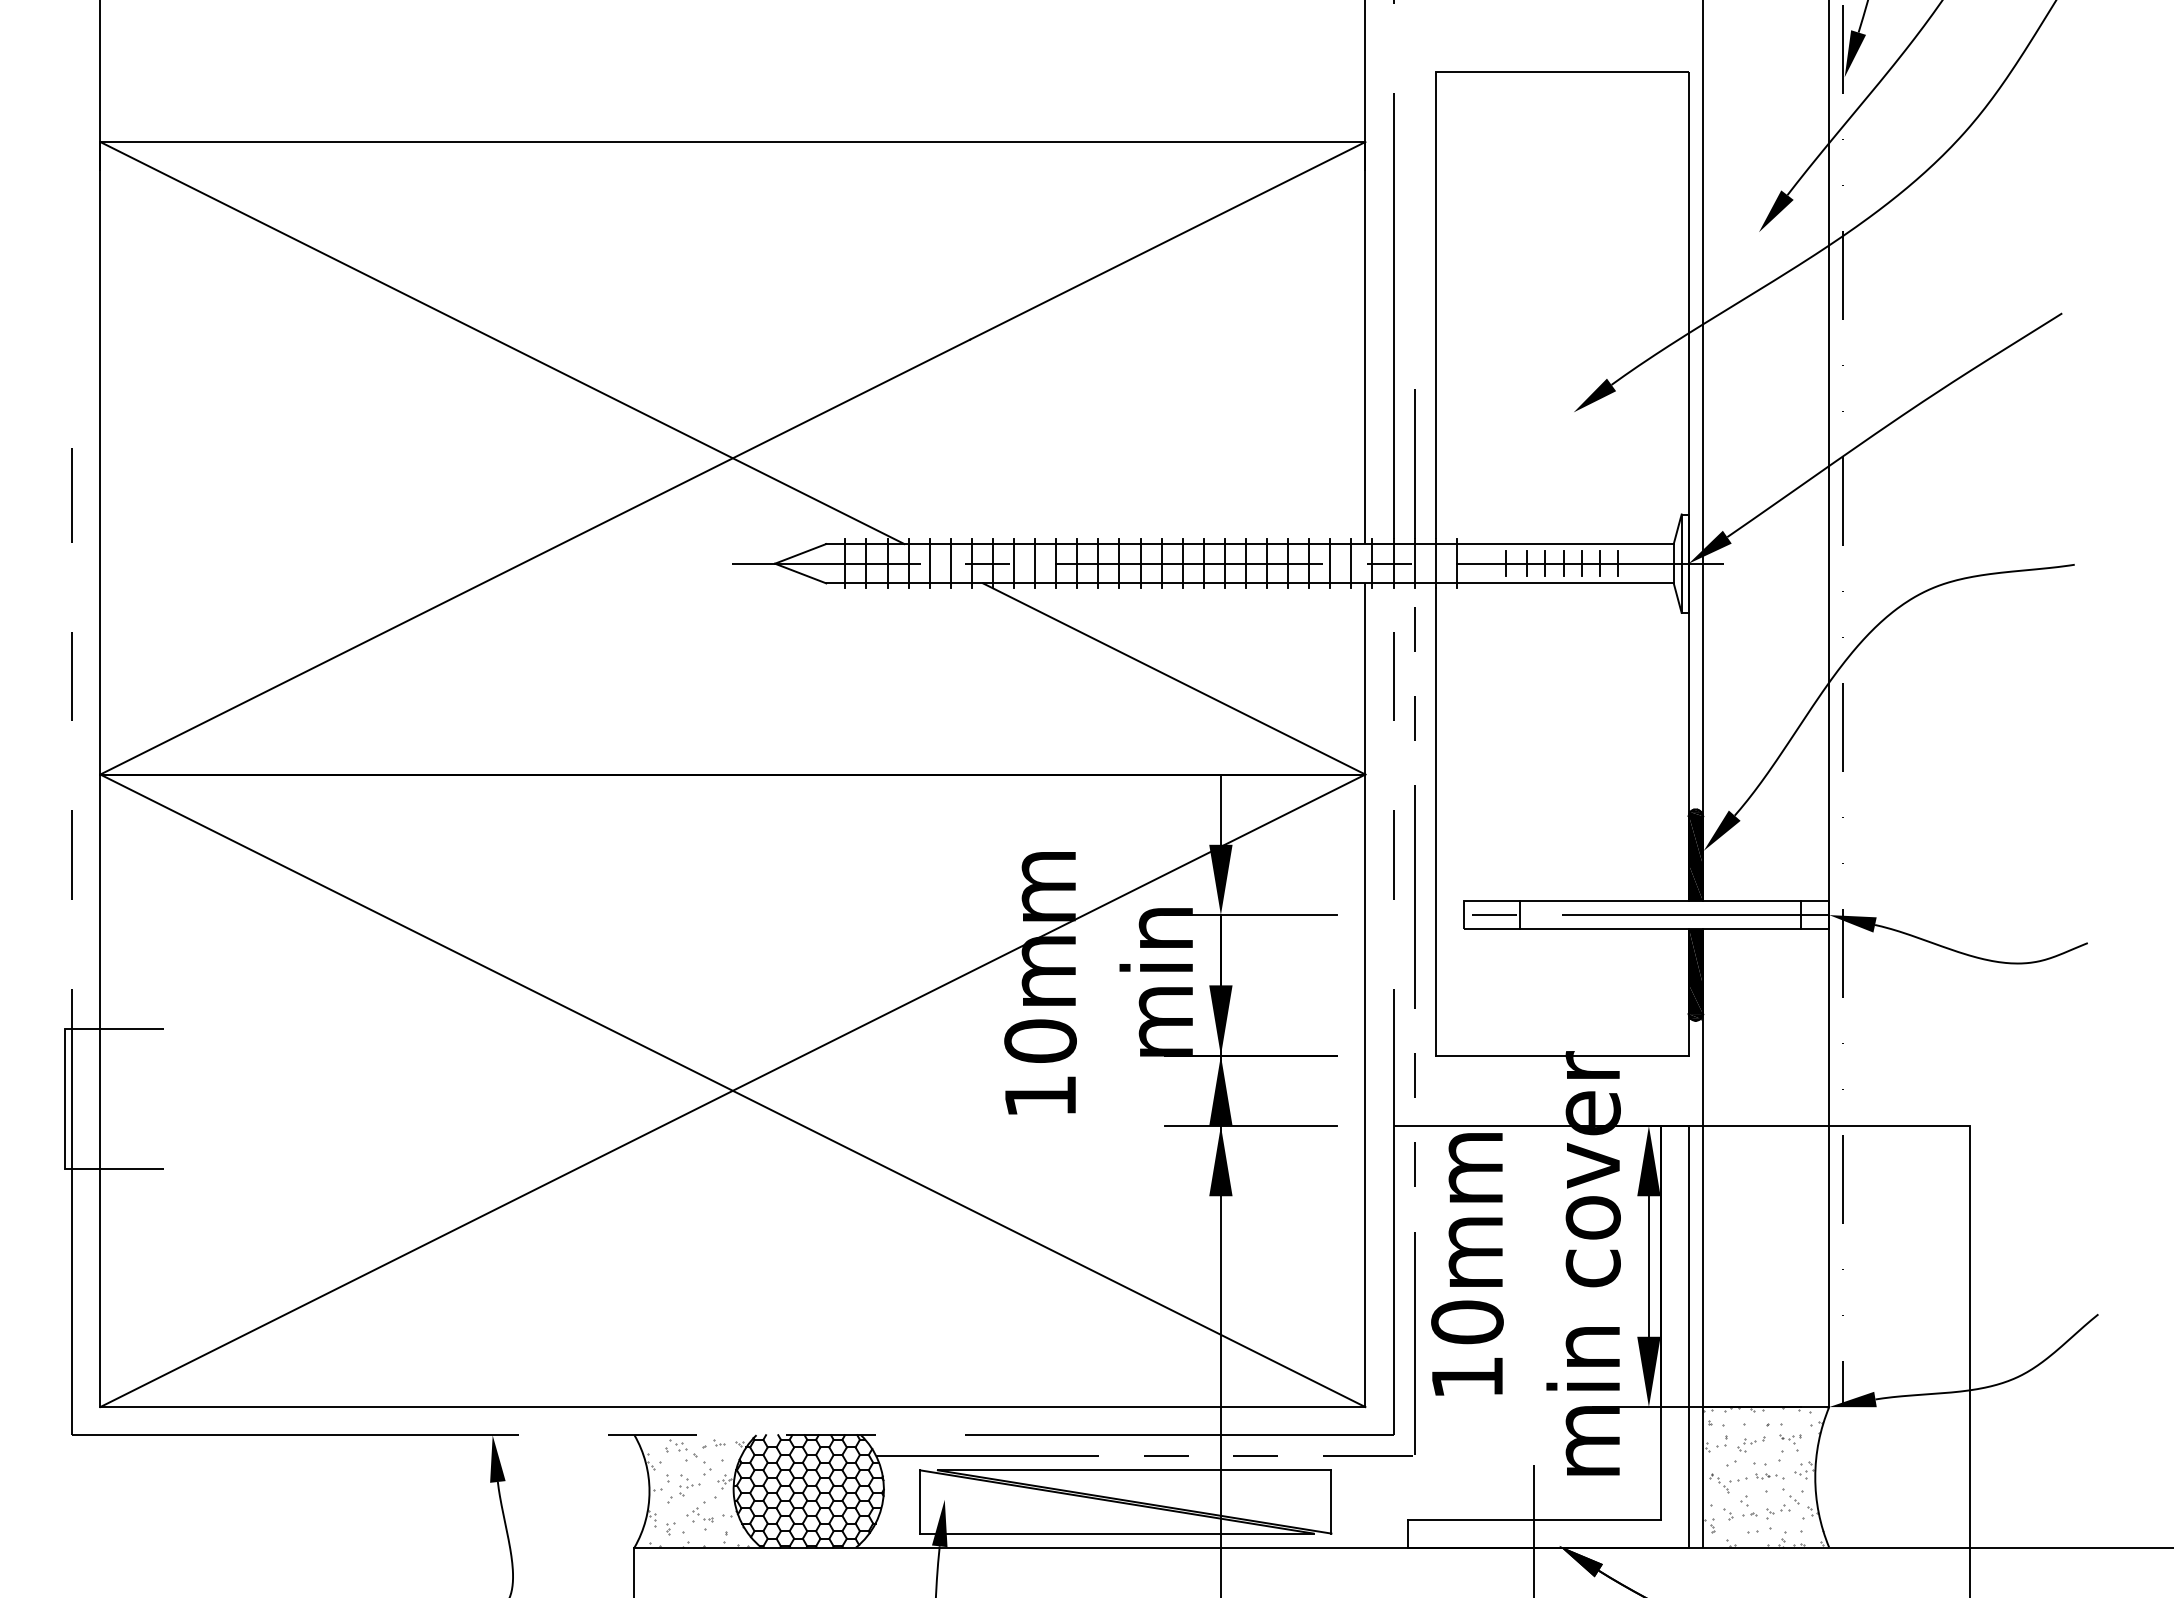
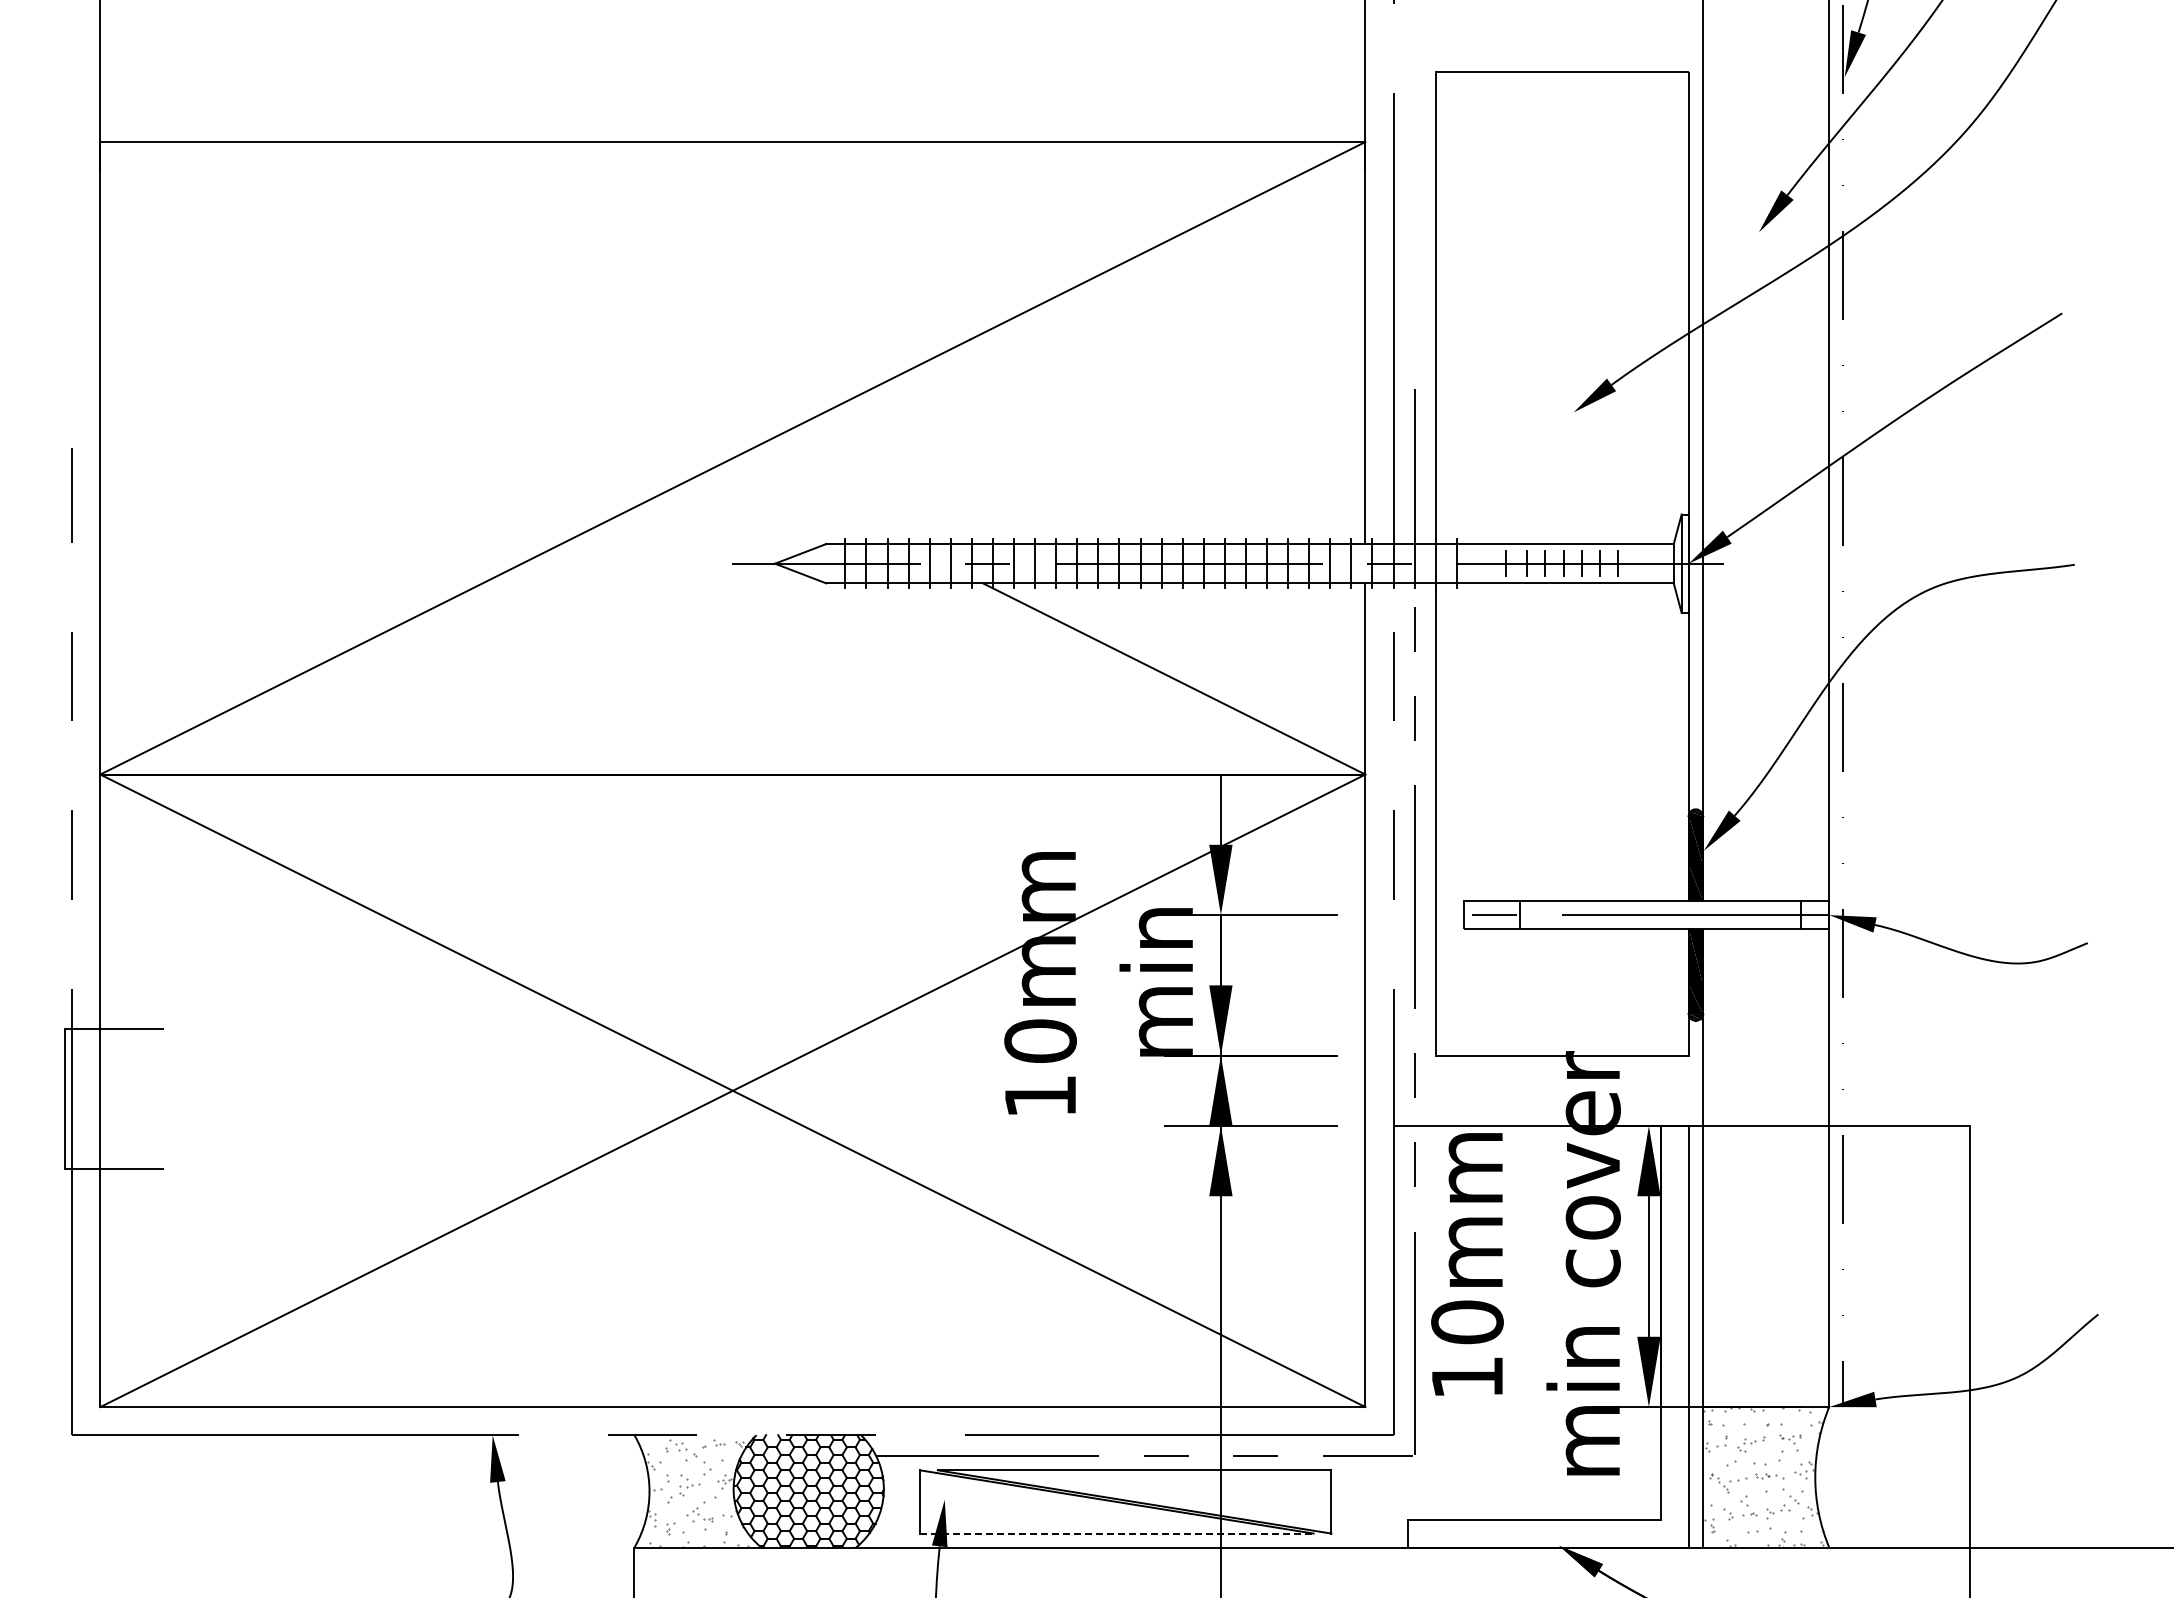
line at (502, 343): present -> none
line at (1534, 1529): present -> none
line at (1116, 1533): solid -> dashed
